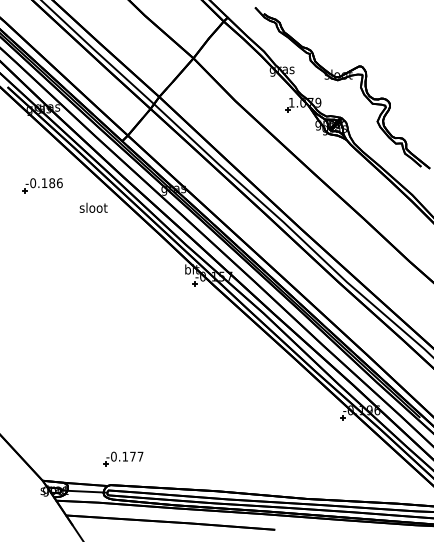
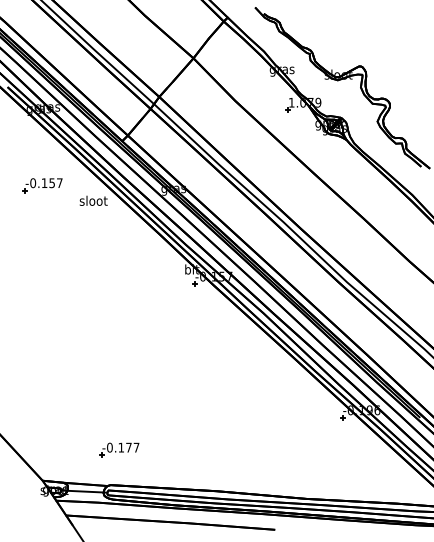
text at (55, 183): -0.186 -> -0.157
text at (93, 207) position: (93, 207) -> (93, 200)
part at (123, 458) position: (123, 458) -> (119, 449)
